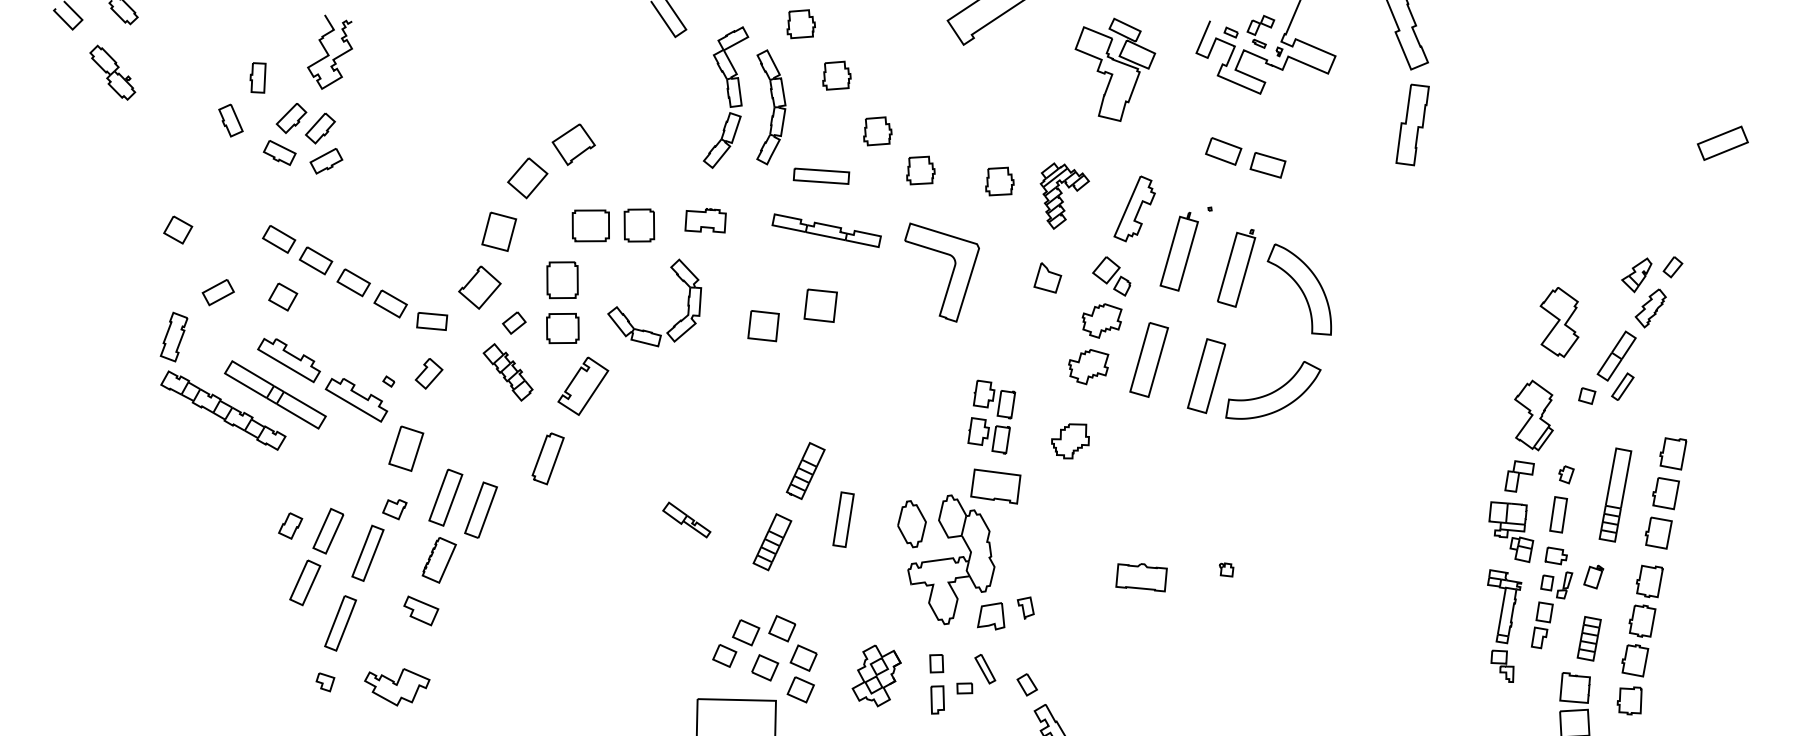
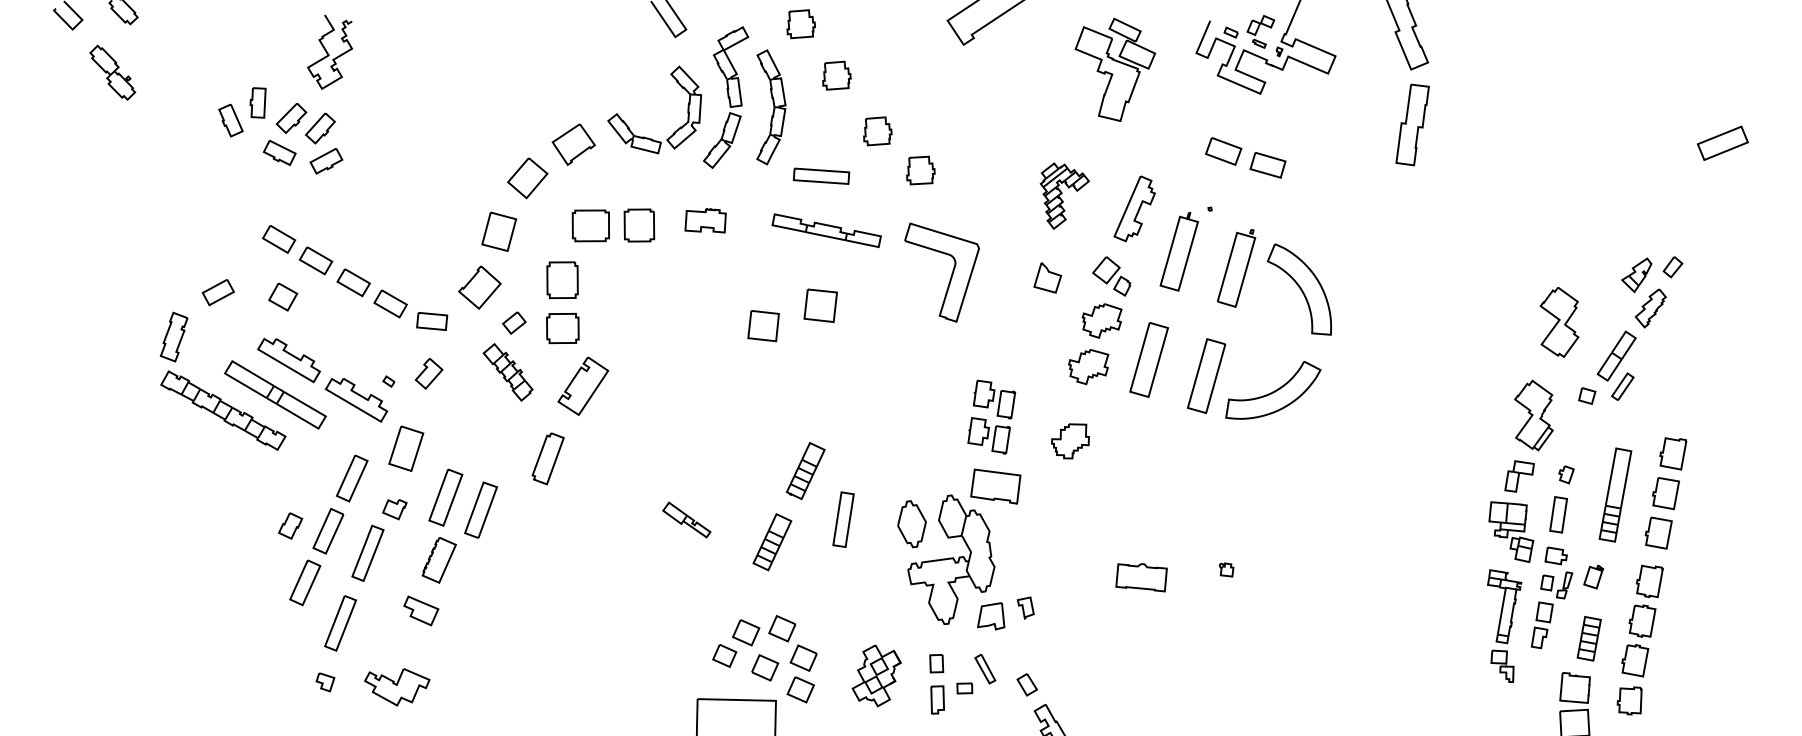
part at (257, 77) position: (257, 77) -> (257, 102)
part at (999, 181): present -> none
part at (178, 229): present -> none
part at (648, 330) position: (648, 330) -> (648, 137)
part at (351, 478): none -> present
